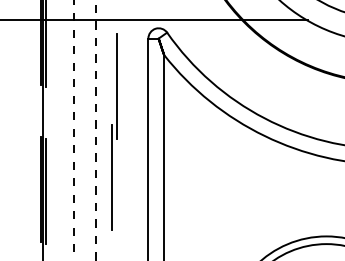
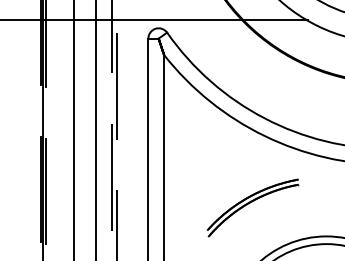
line at (112, 37): none -> present
line at (74, 130): dashed -> solid
line at (95, 130): dashed -> solid
part at (252, 207): none -> present
line at (117, 224): none -> present
